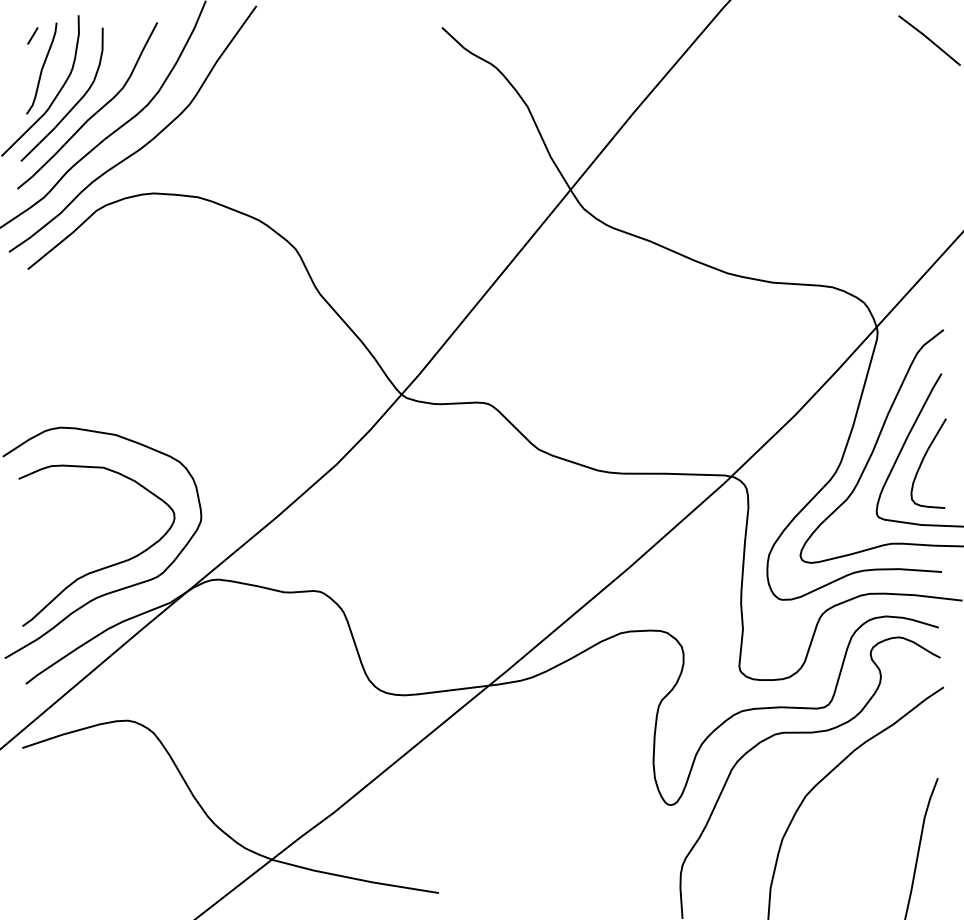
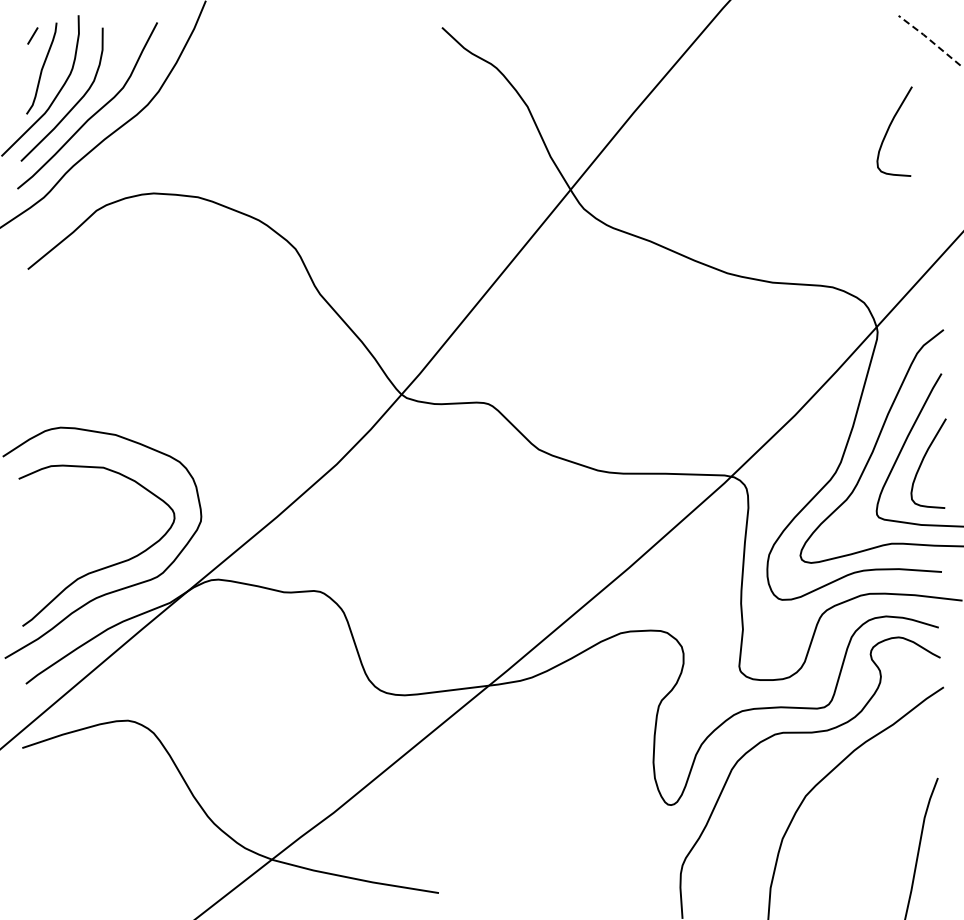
line at (929, 39): solid -> dashed
curve at (889, 129): none -> present
curve at (145, 143): present -> none
